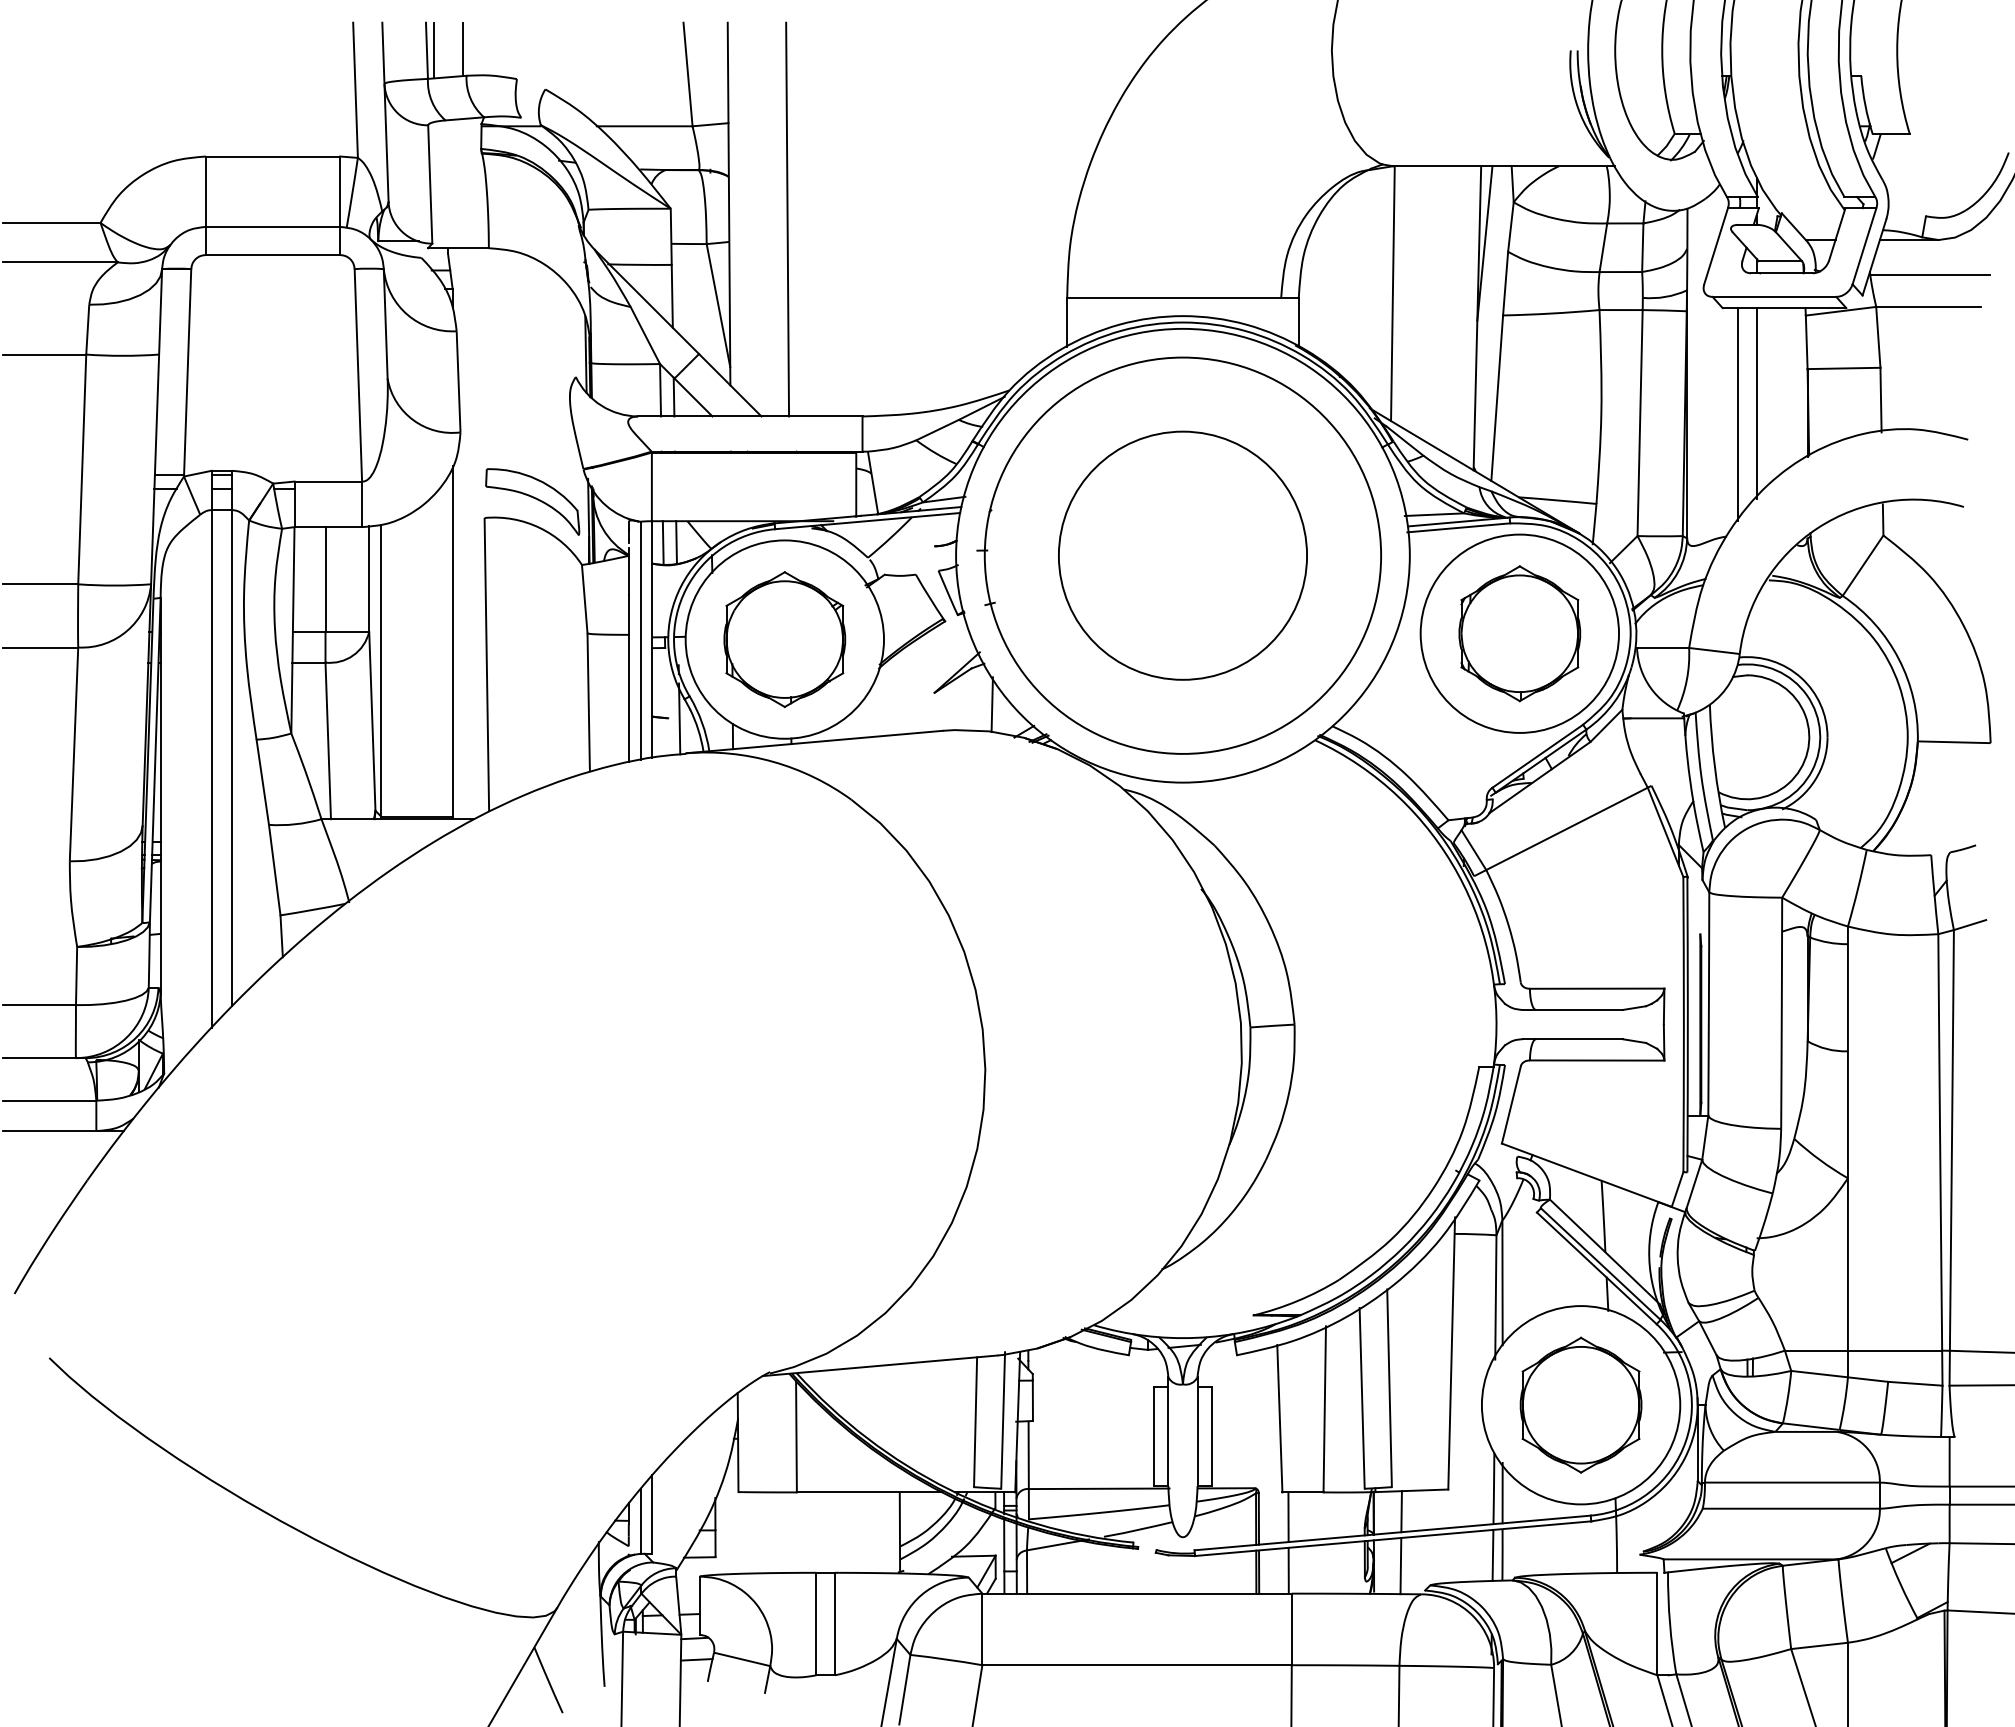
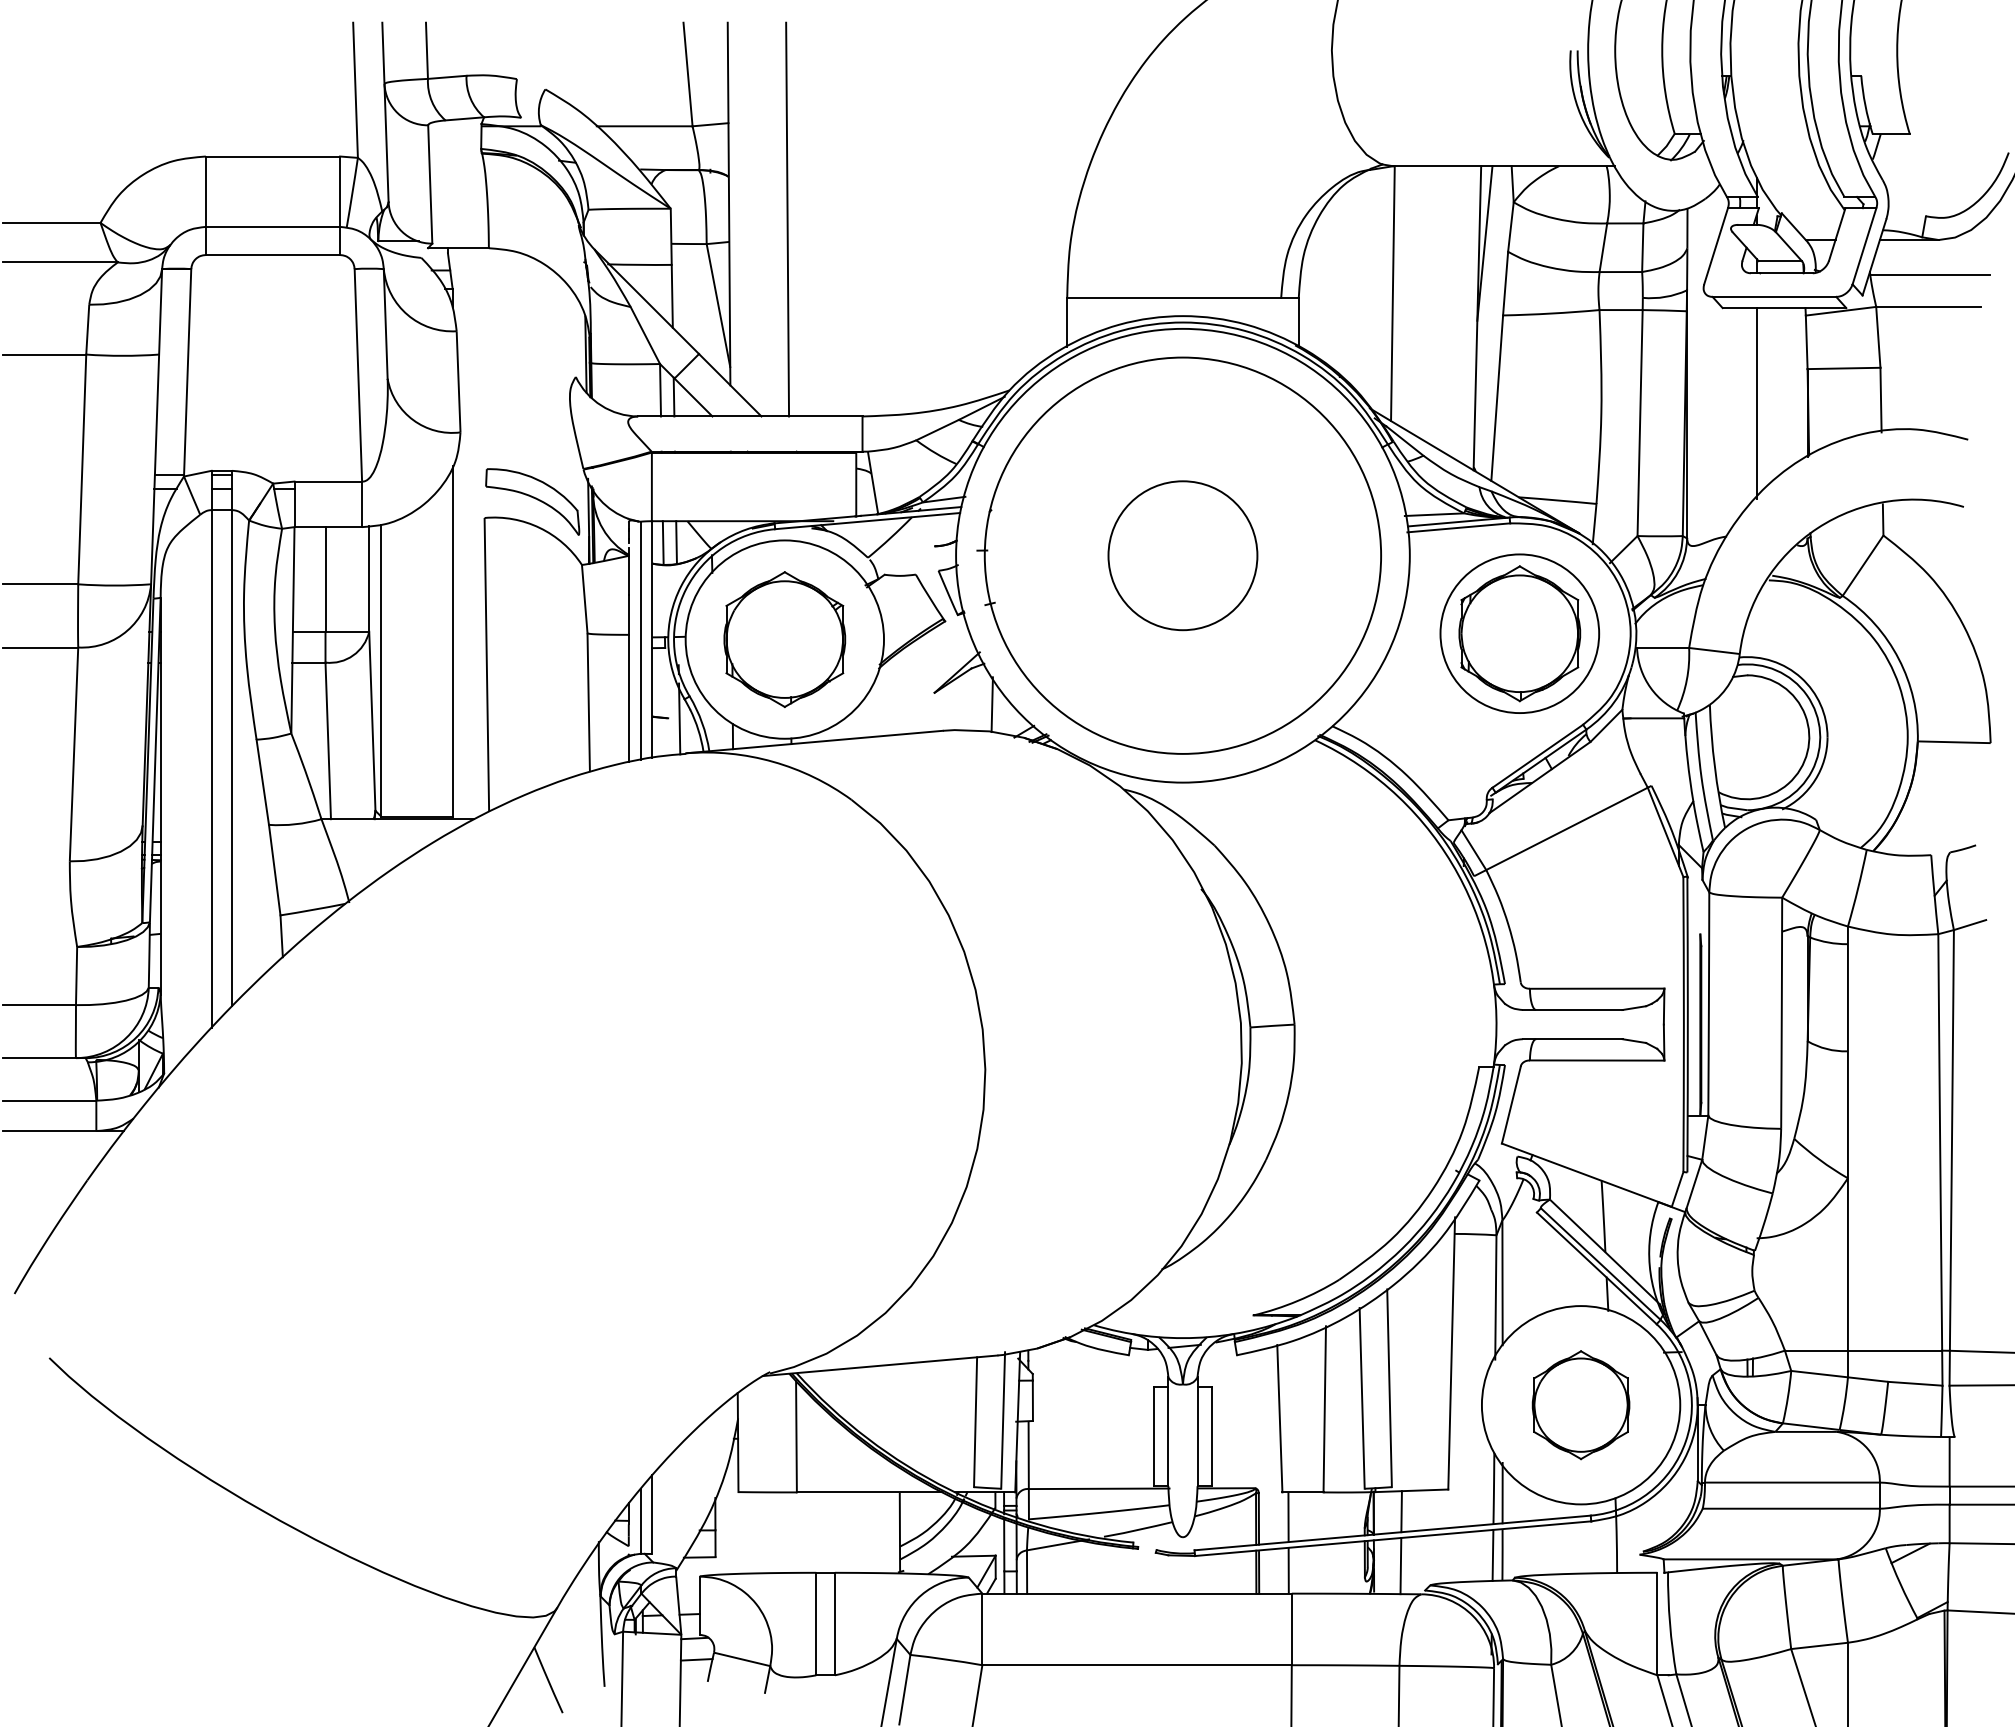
line at (462, 49): present -> none
line at (434, 50): present -> none
line at (1738, 414): present -> none
circle at (1182, 555) diameter: 248 px -> 149 px
circle at (1519, 633) diameter: 198 px -> 159 px
part at (1580, 1404) size: 124x138 px -> 100x111 px
